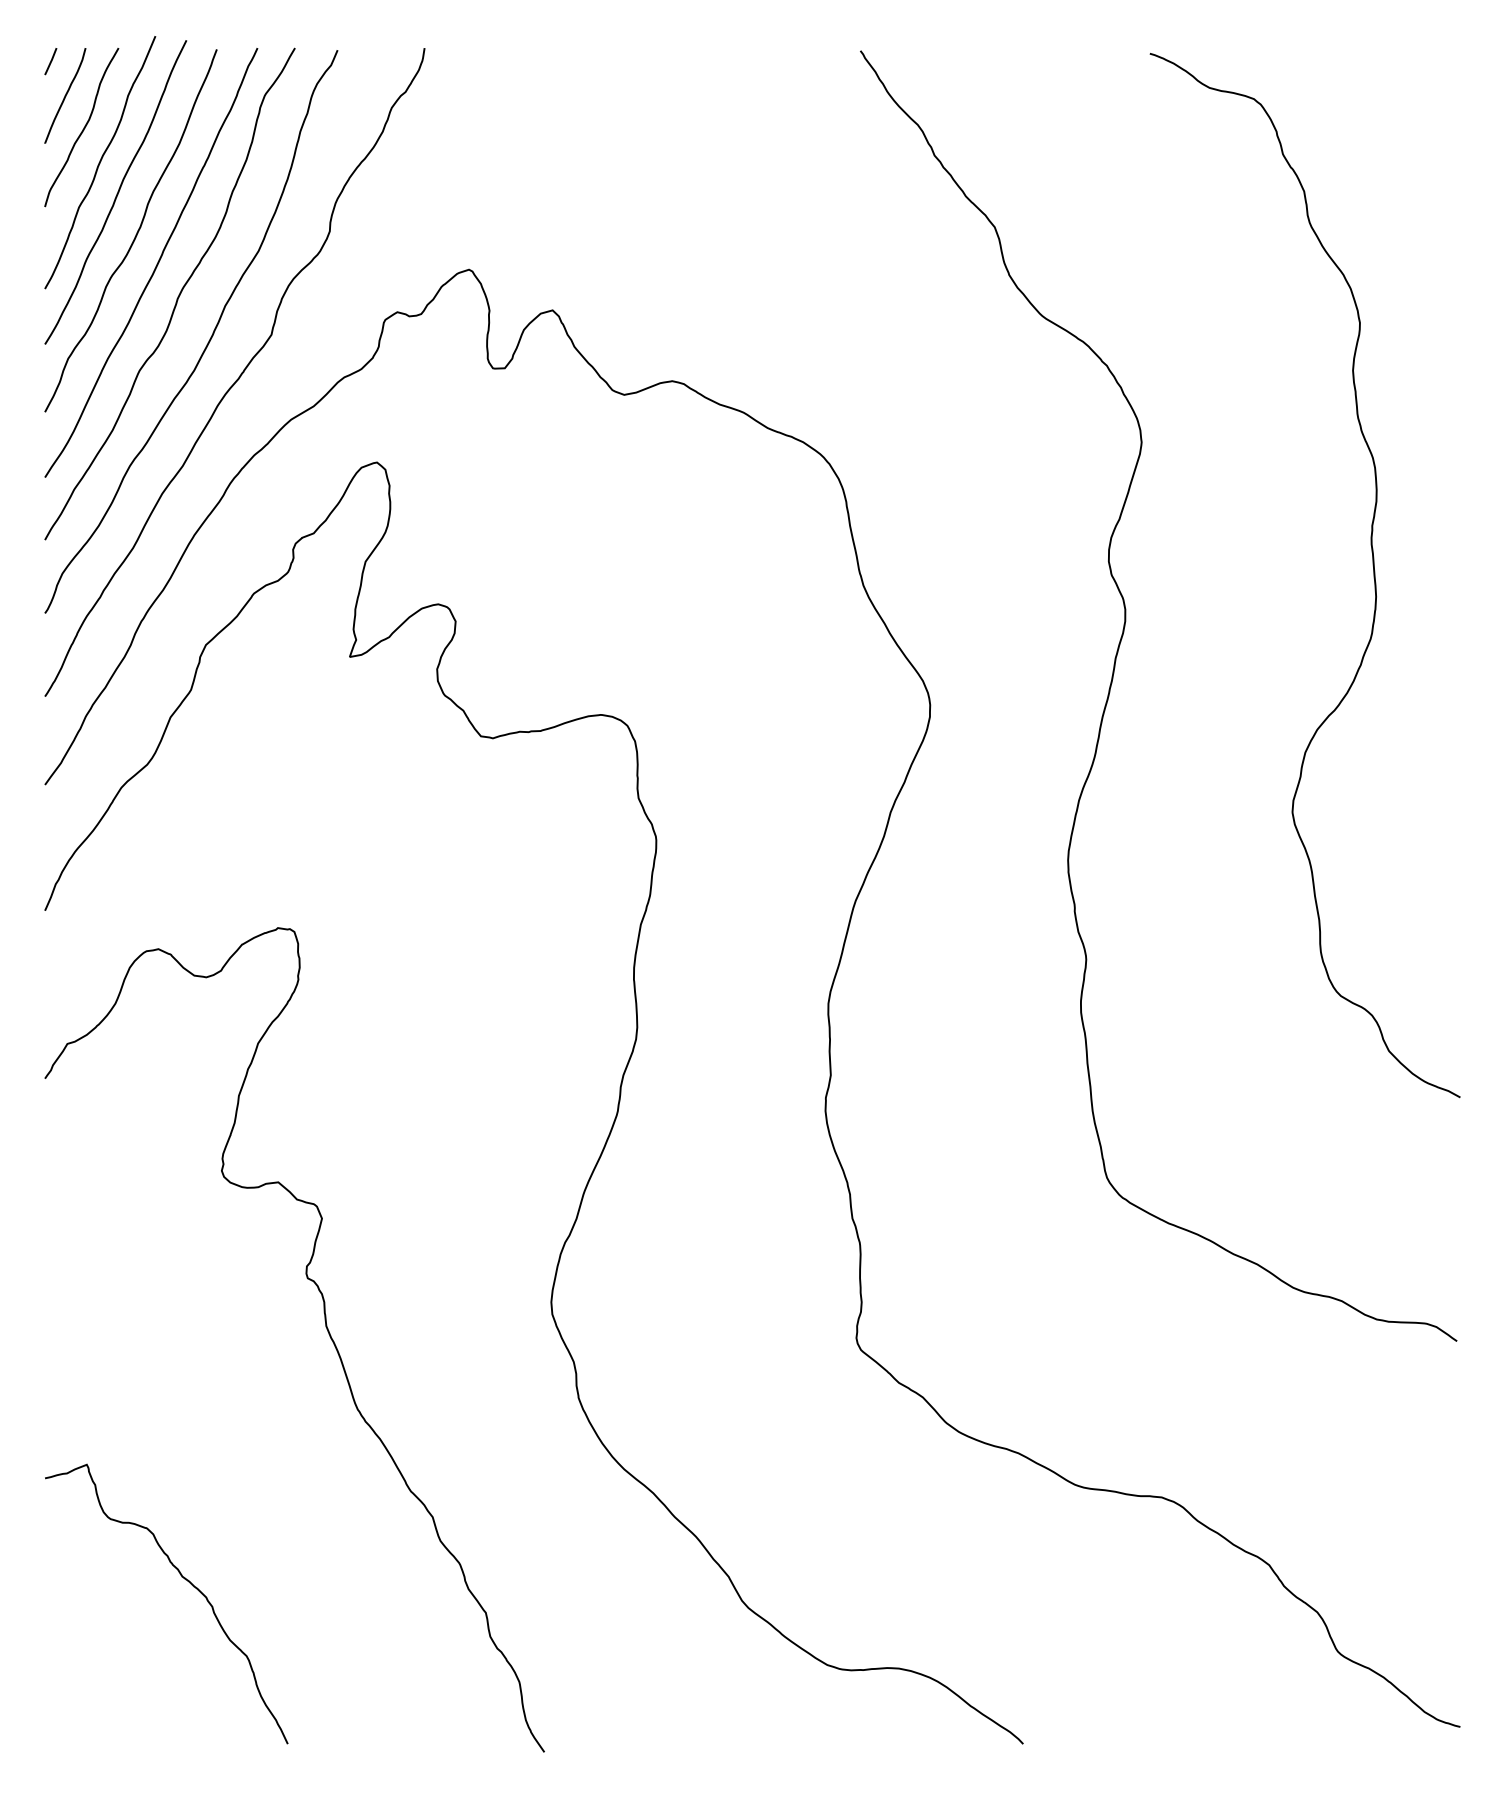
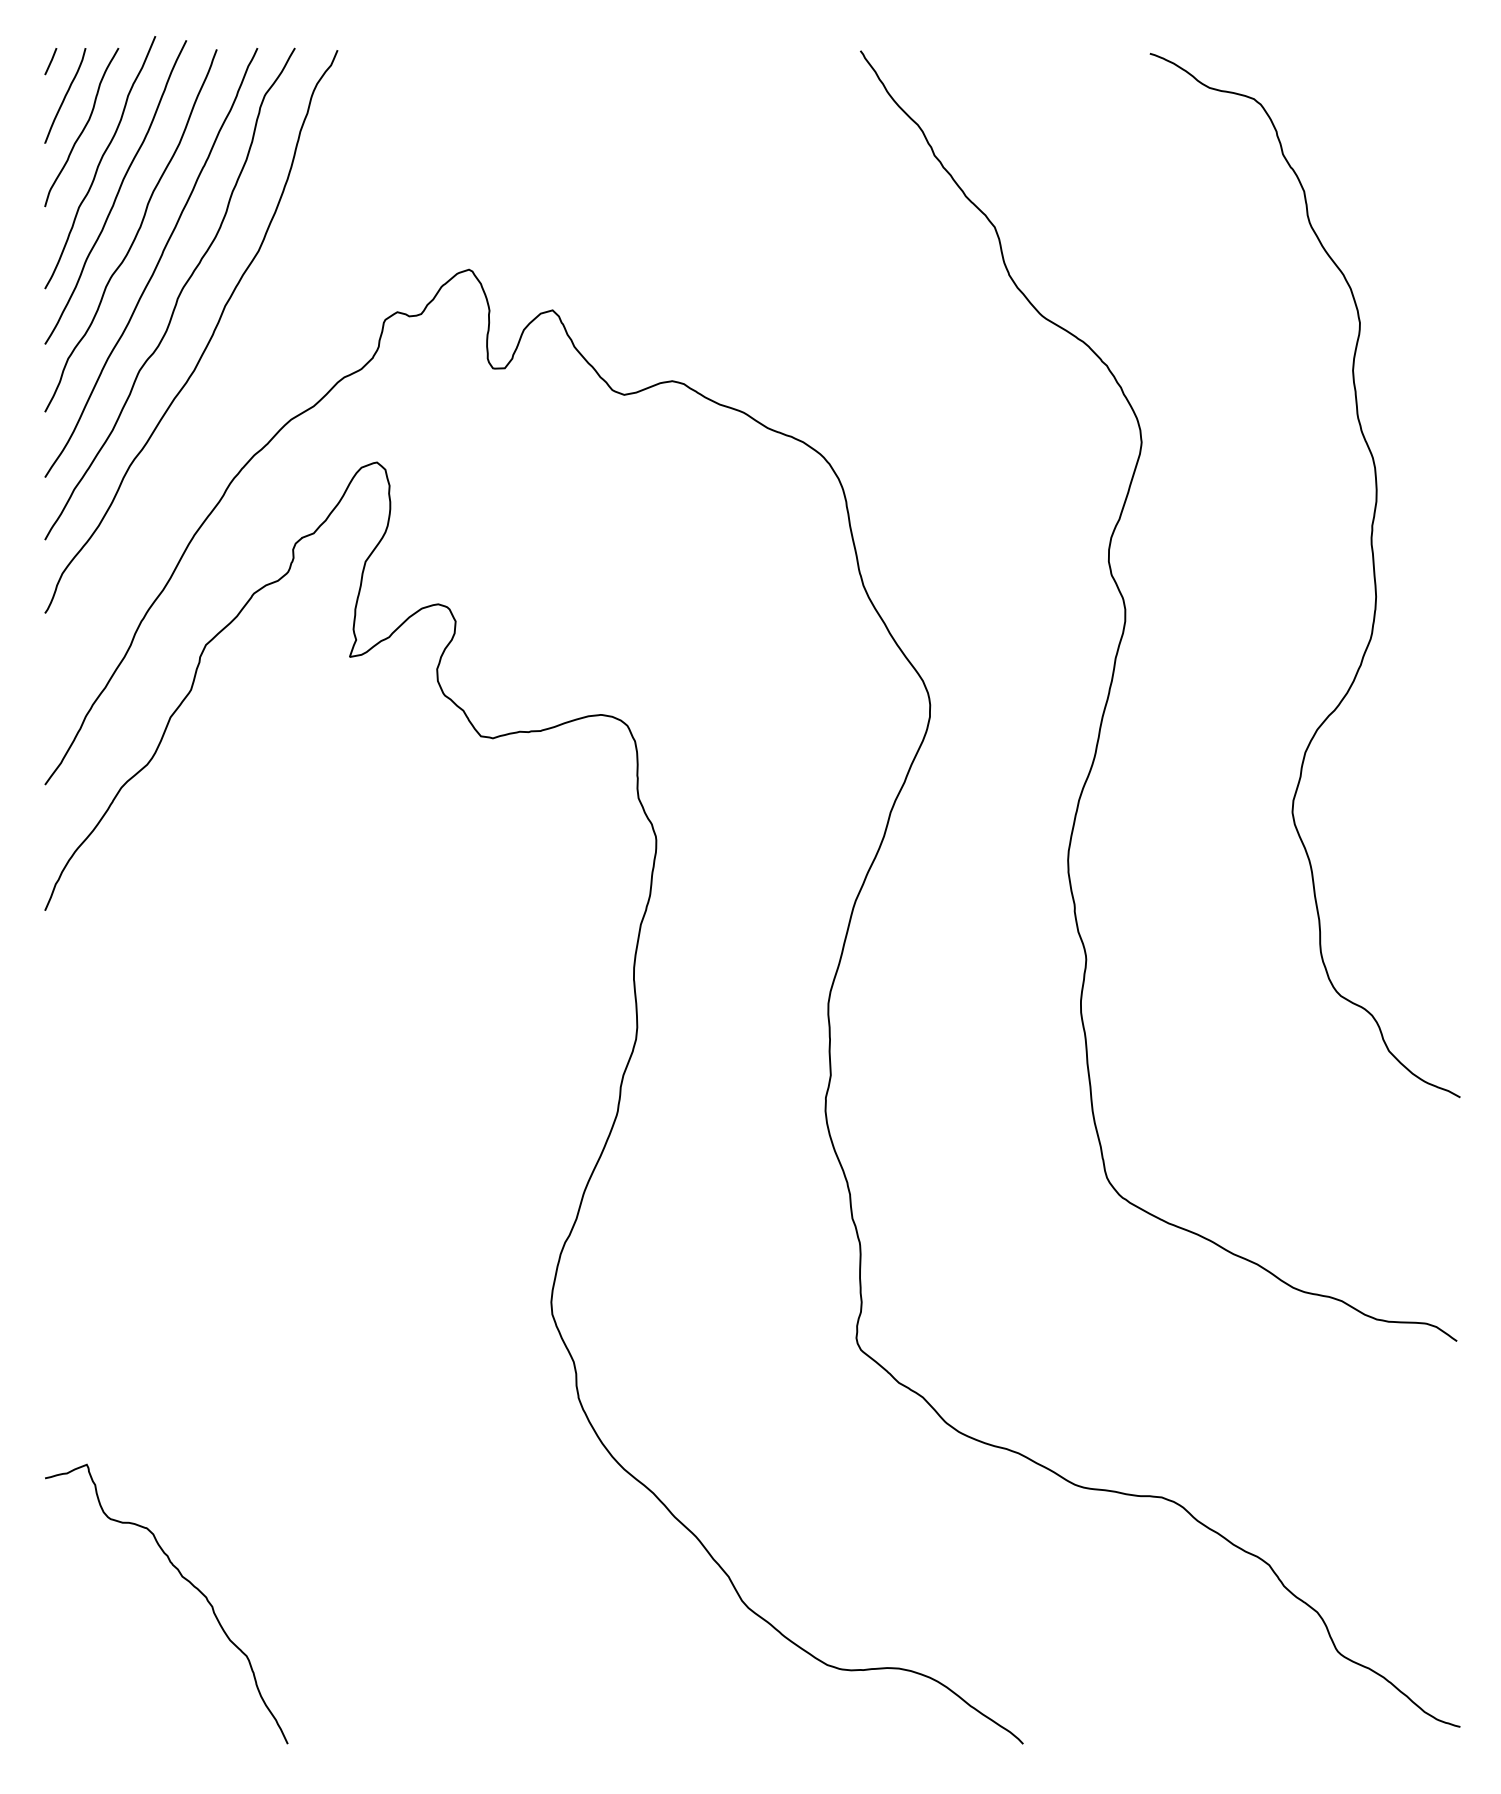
curve at (239, 375): present -> none
curve at (325, 1327): present -> none
